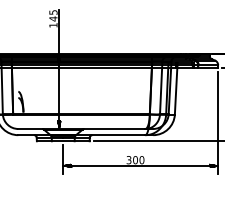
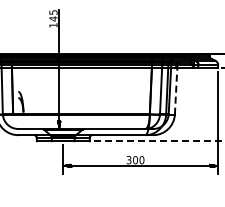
line at (176, 91): solid -> dashed
line at (159, 141): solid -> dashed
